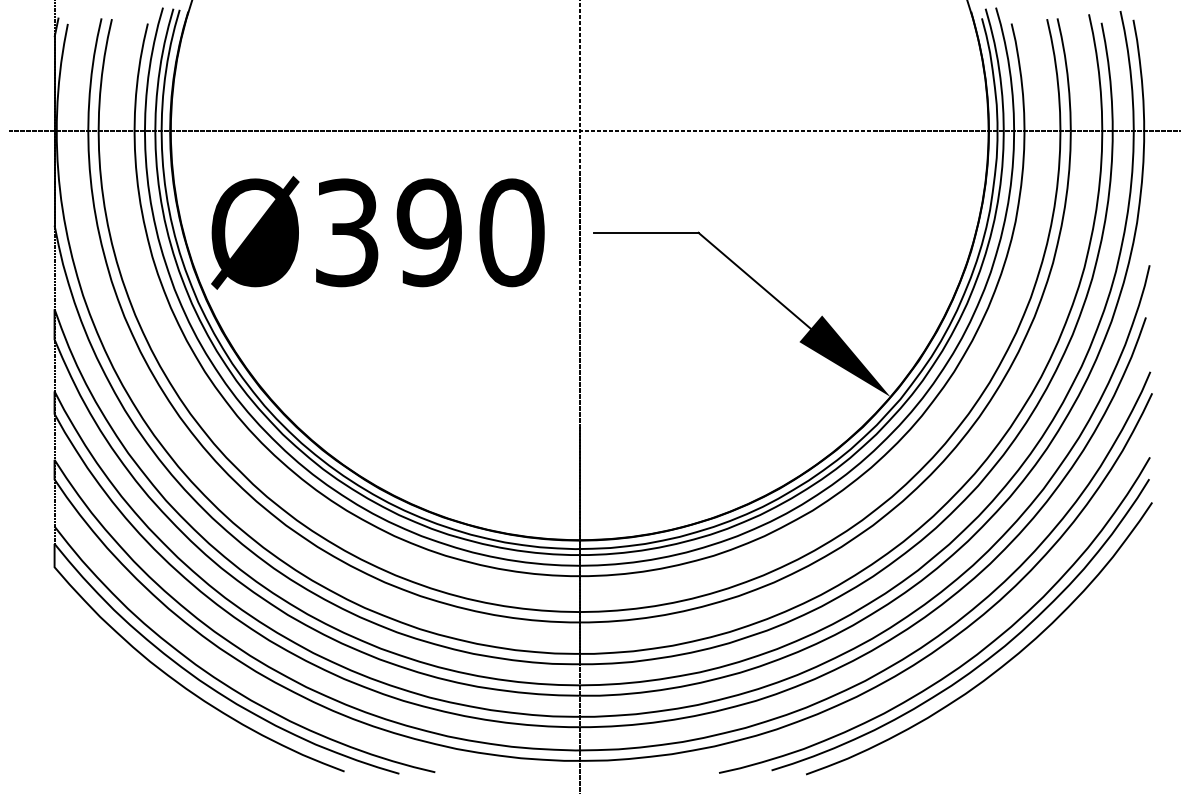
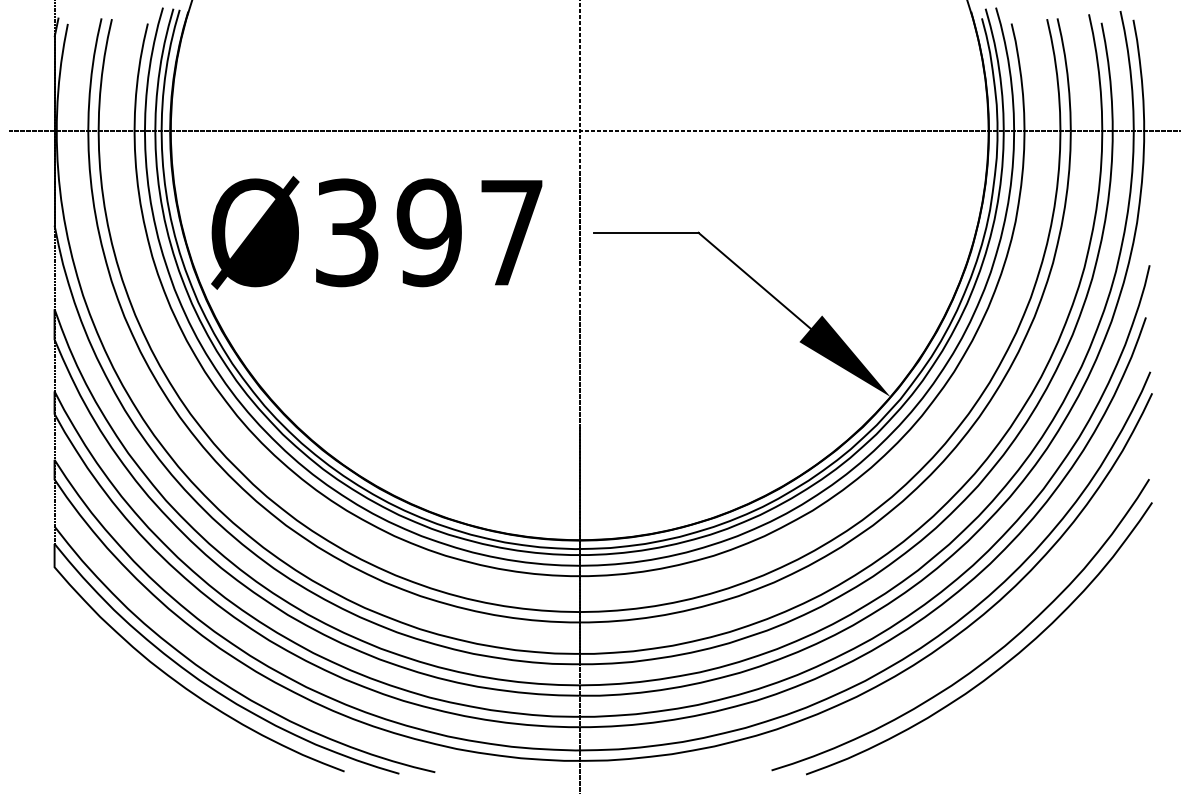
text at (511, 232): Ø390 -> Ø397
curve at (965, 661): present -> none
